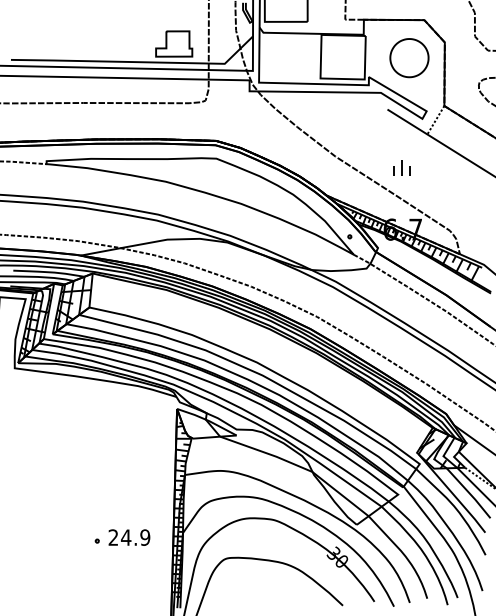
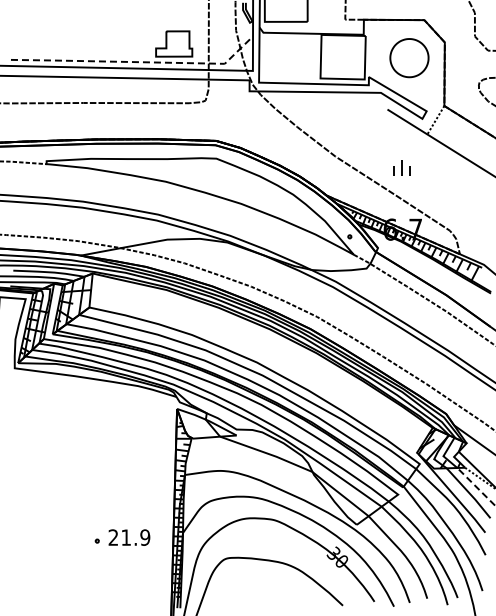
line at (137, 62): solid -> dashed
line at (476, 486): solid -> dashed
text at (125, 537): 24.9 -> 21.9
